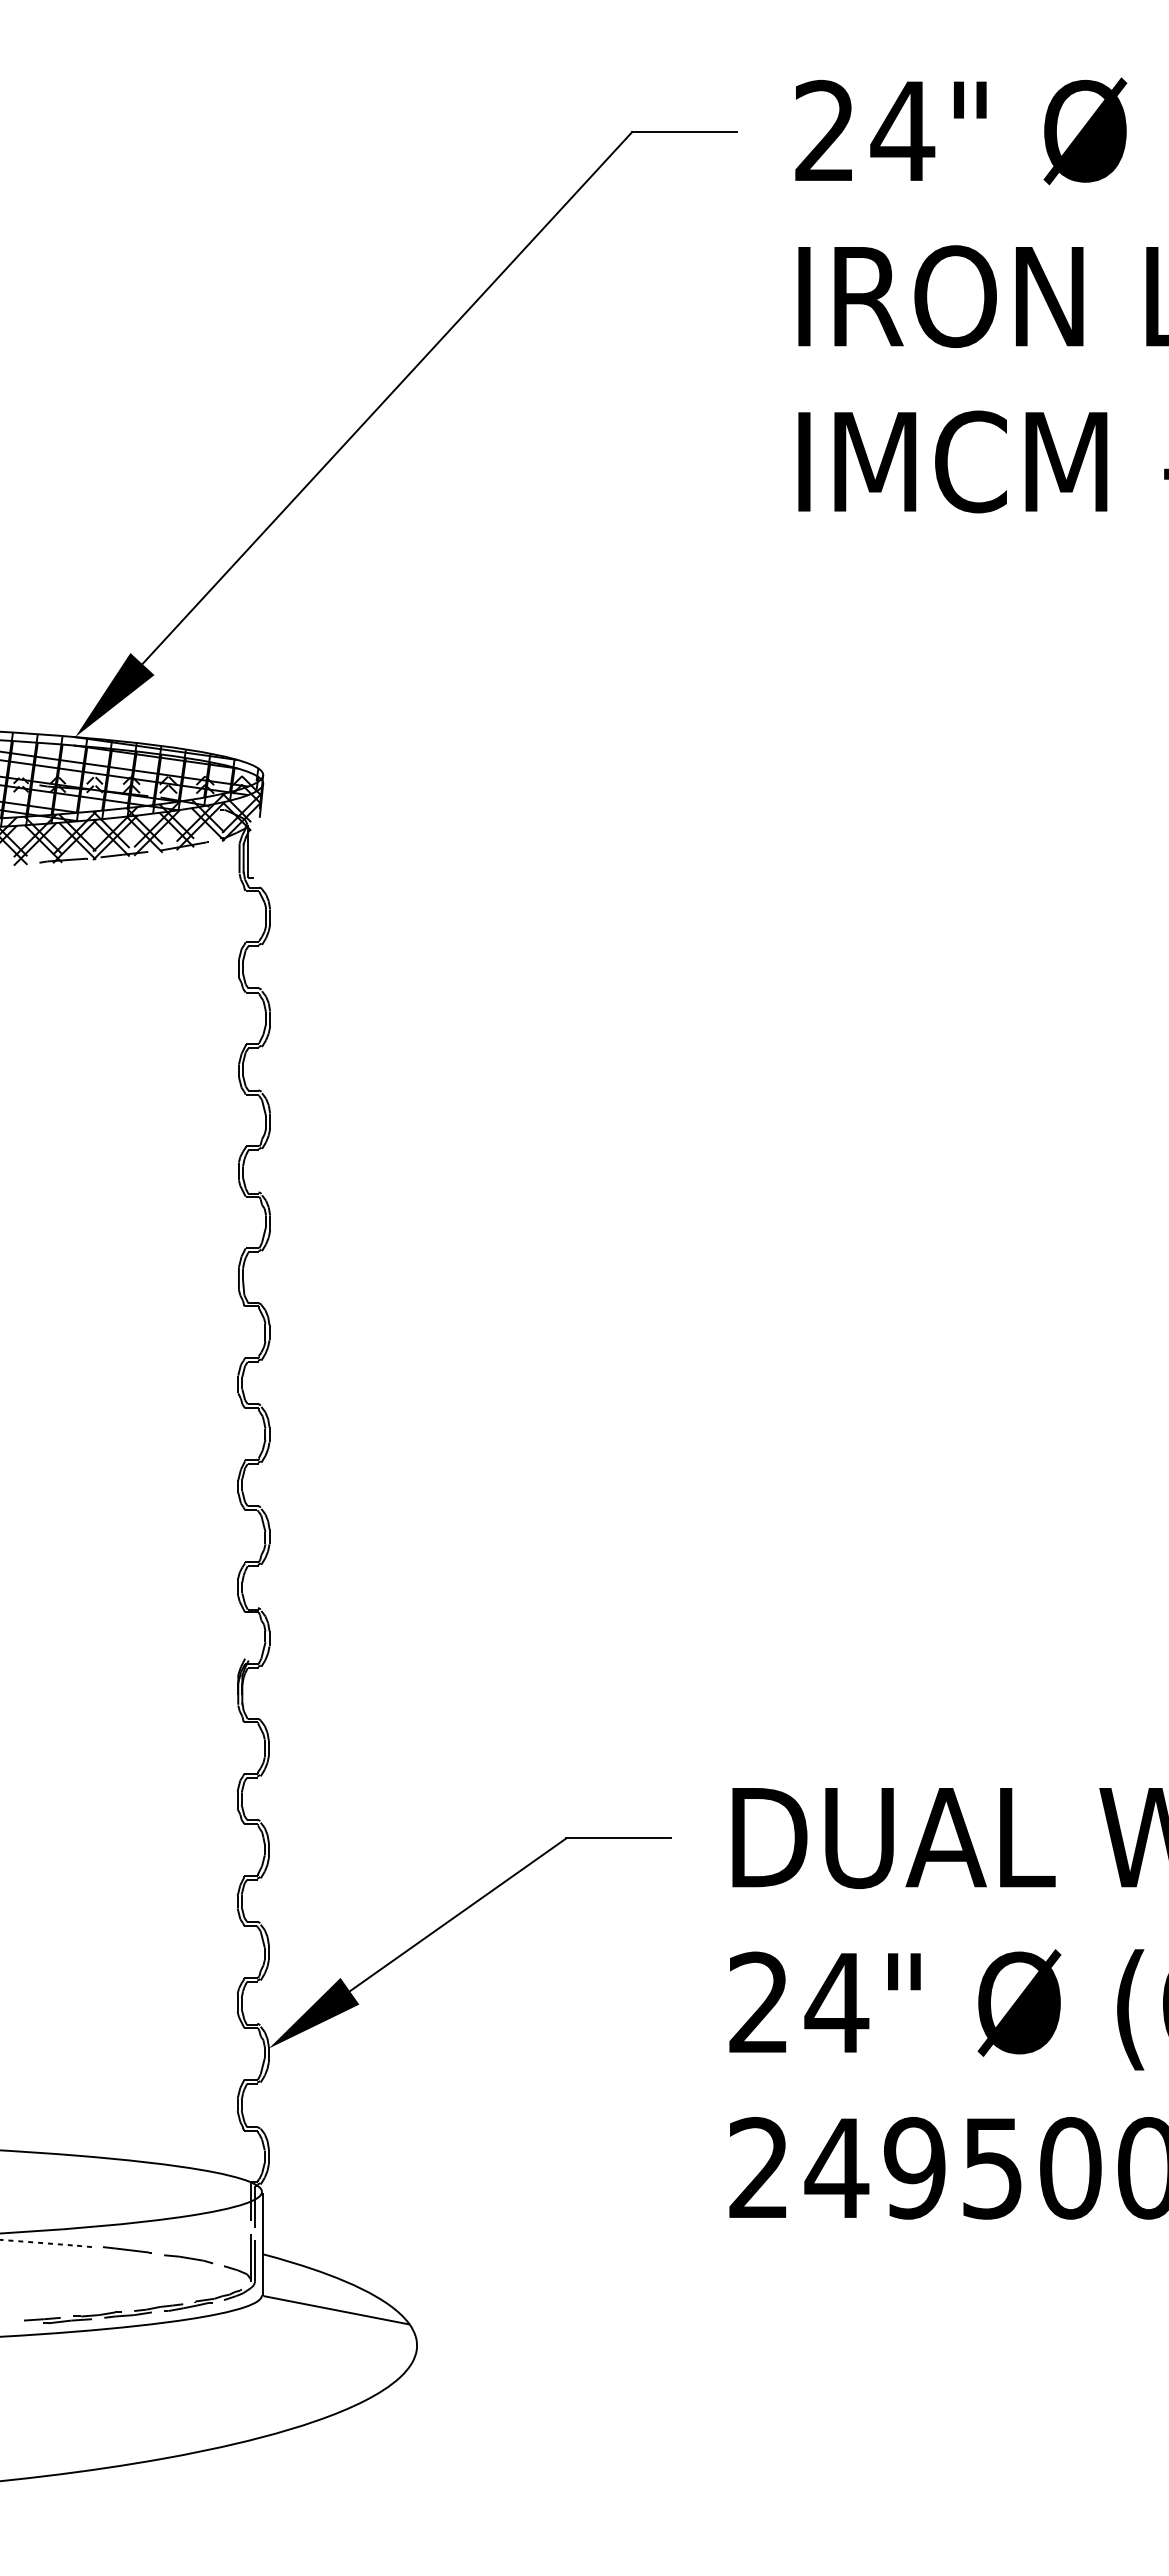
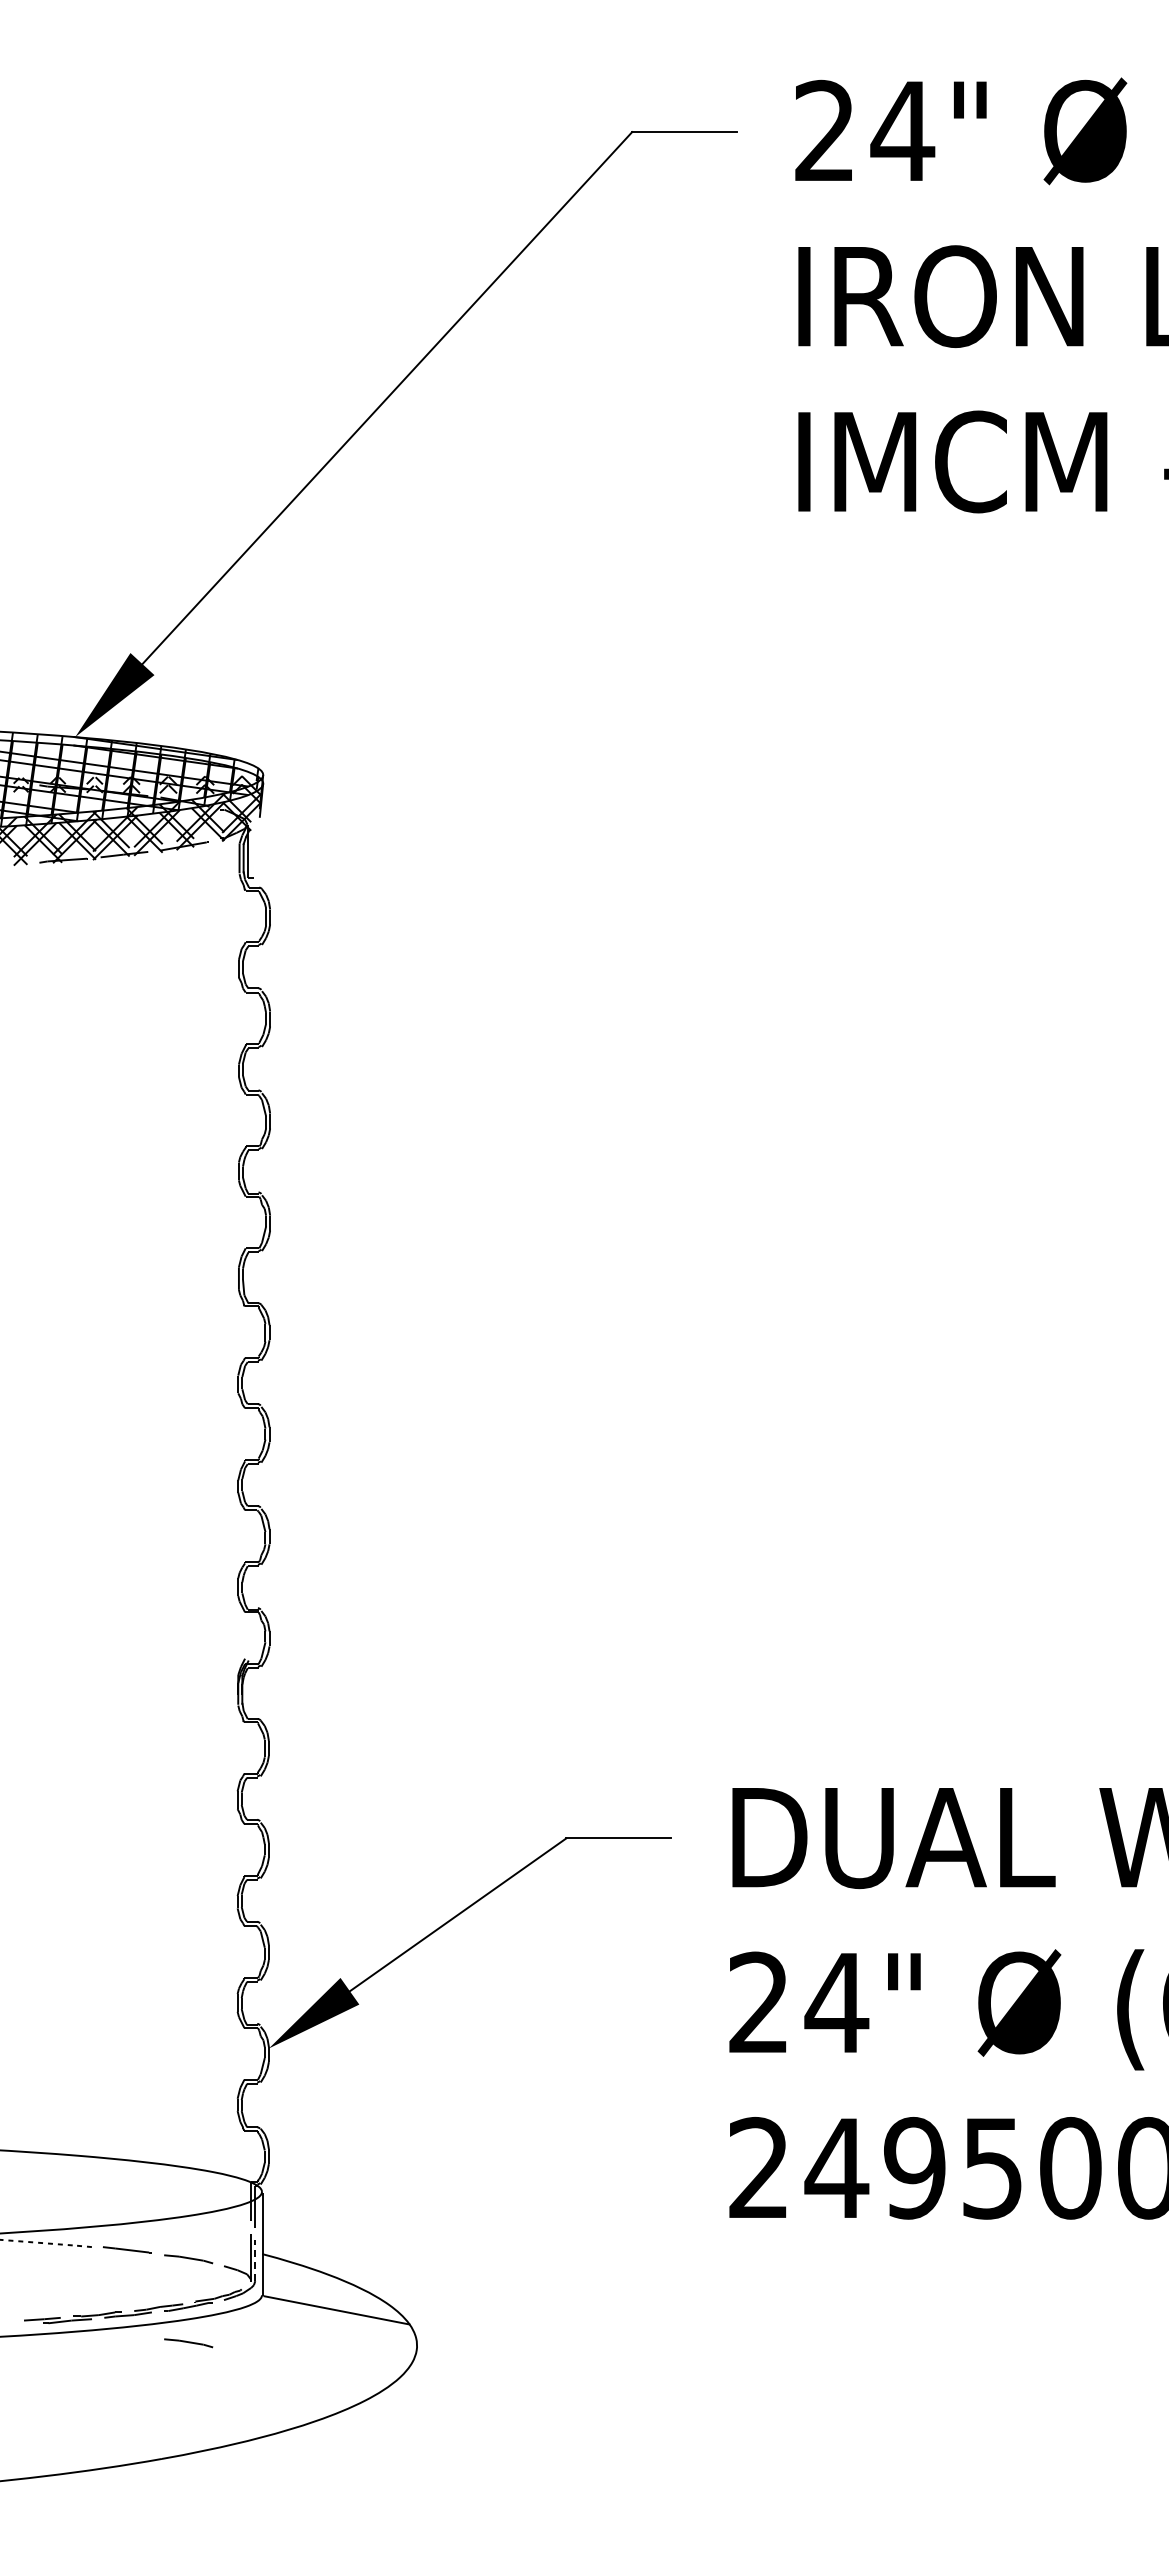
line at (255, 2260): solid -> dashed
part at (188, 2343): none -> present
